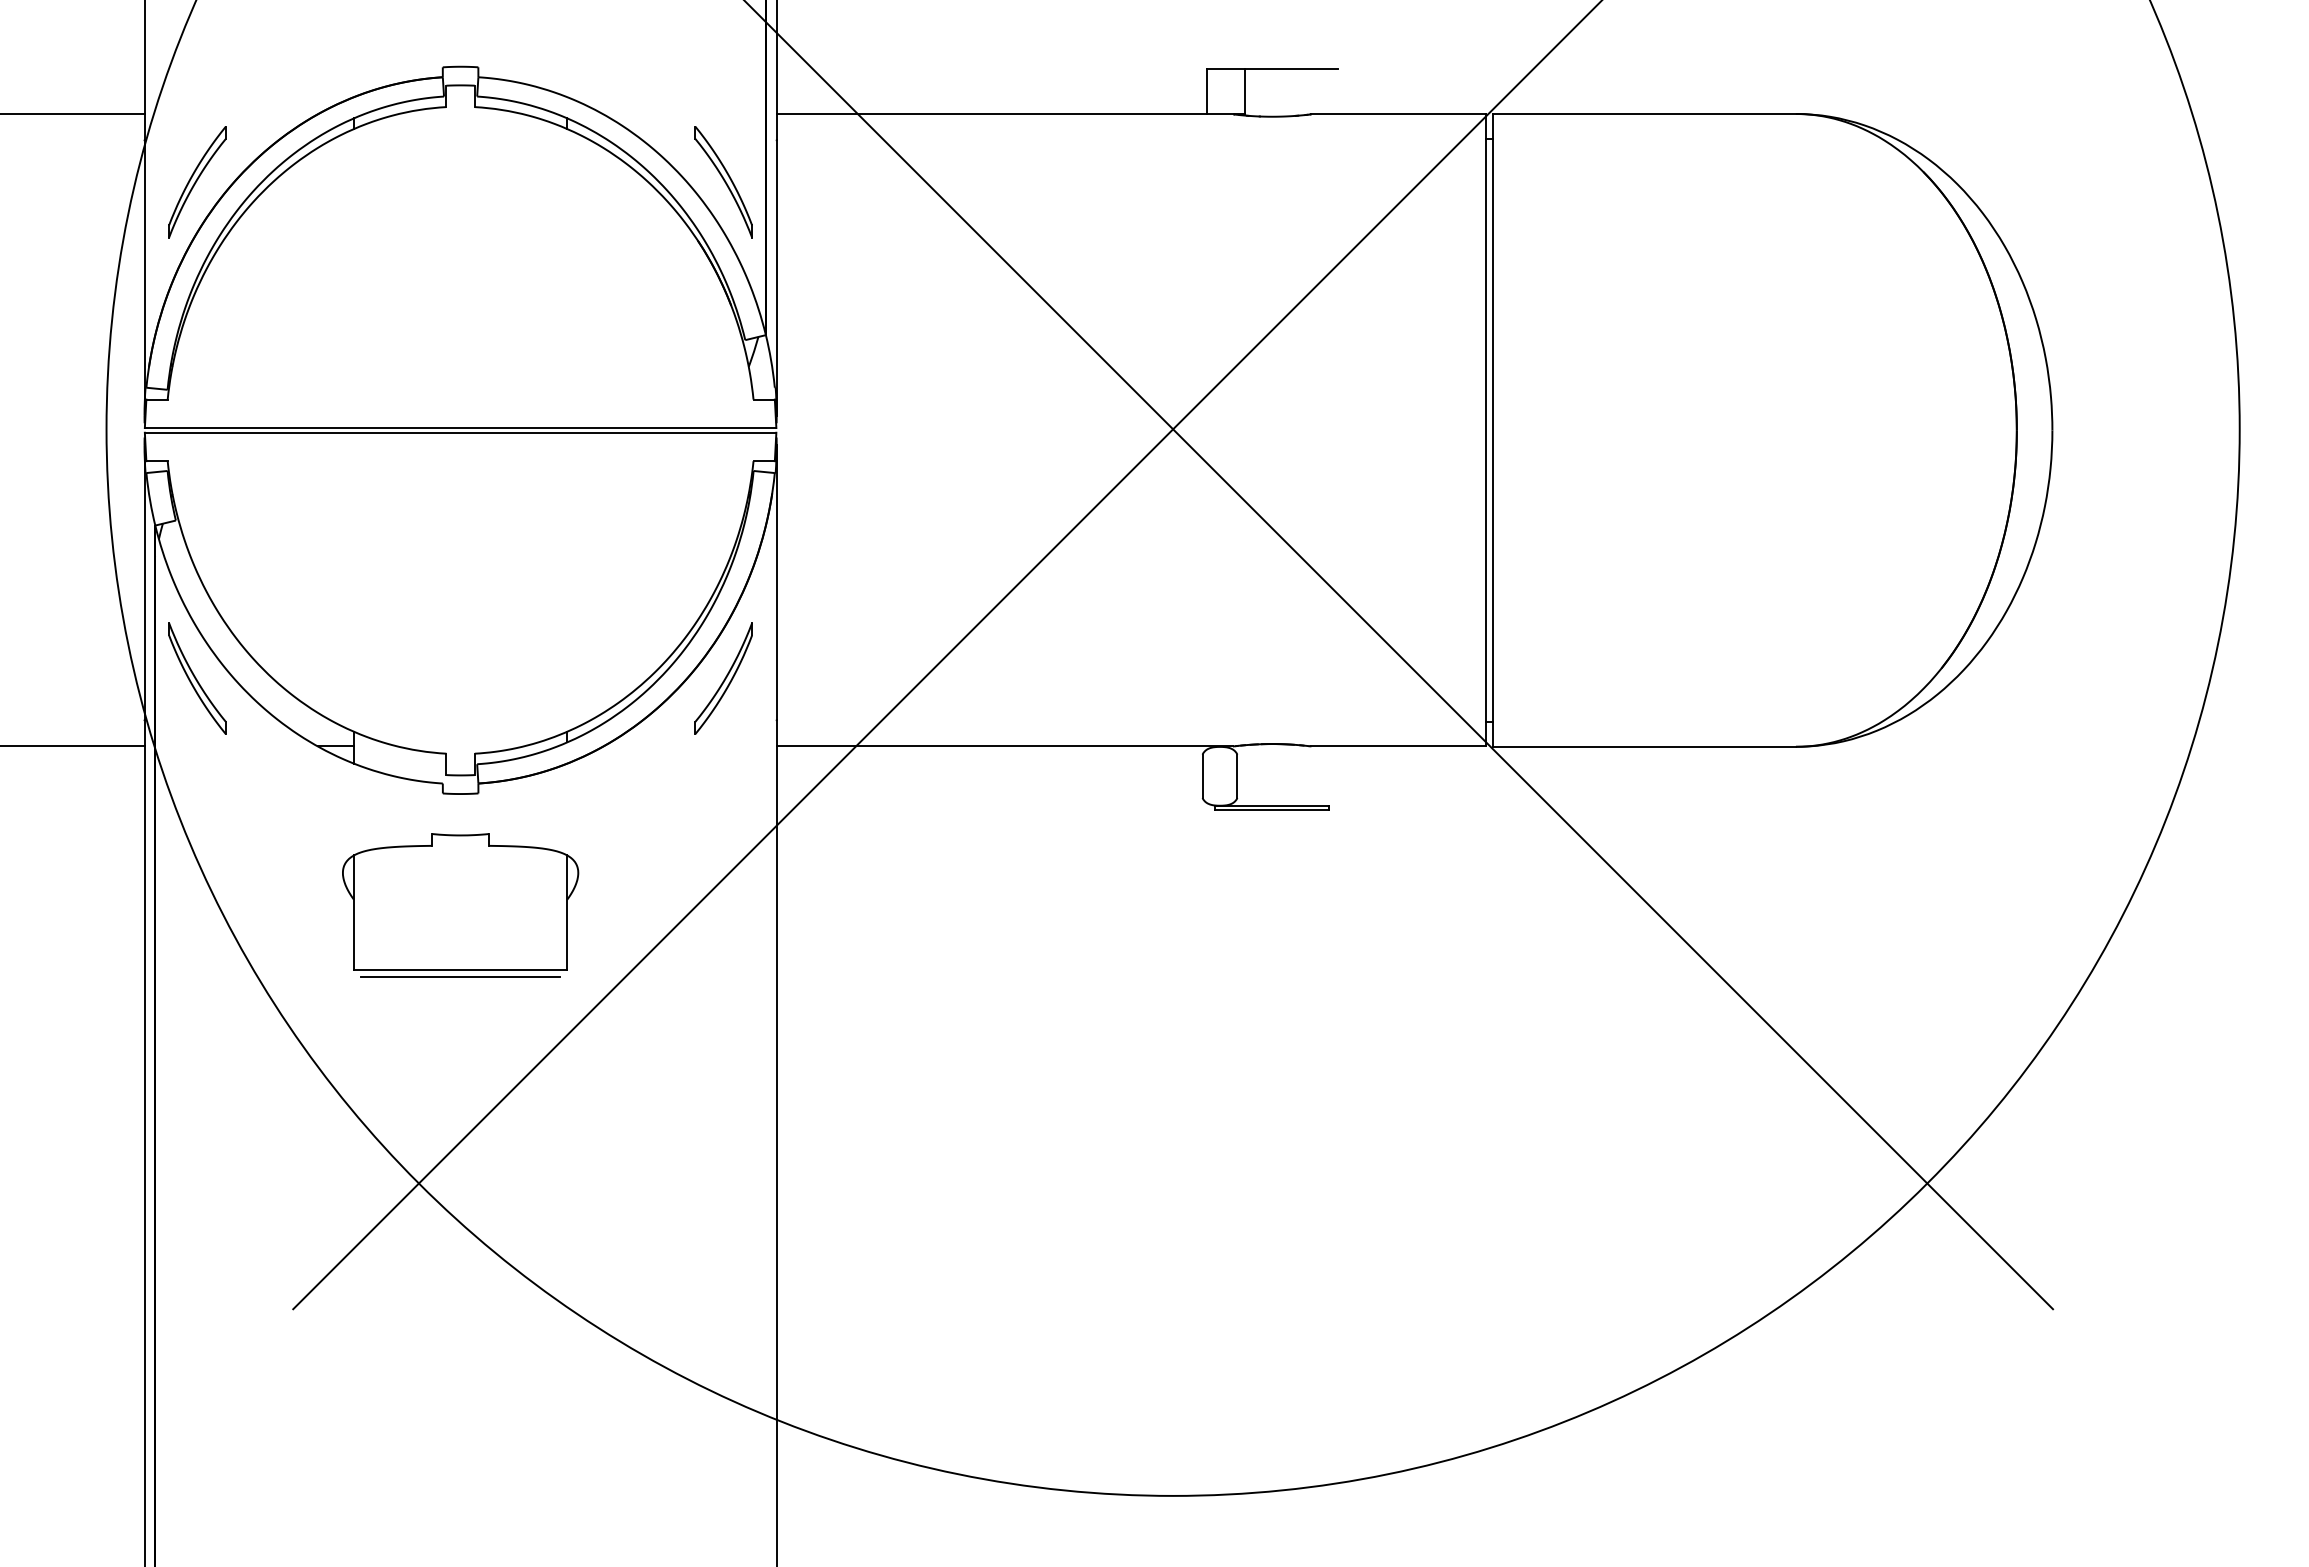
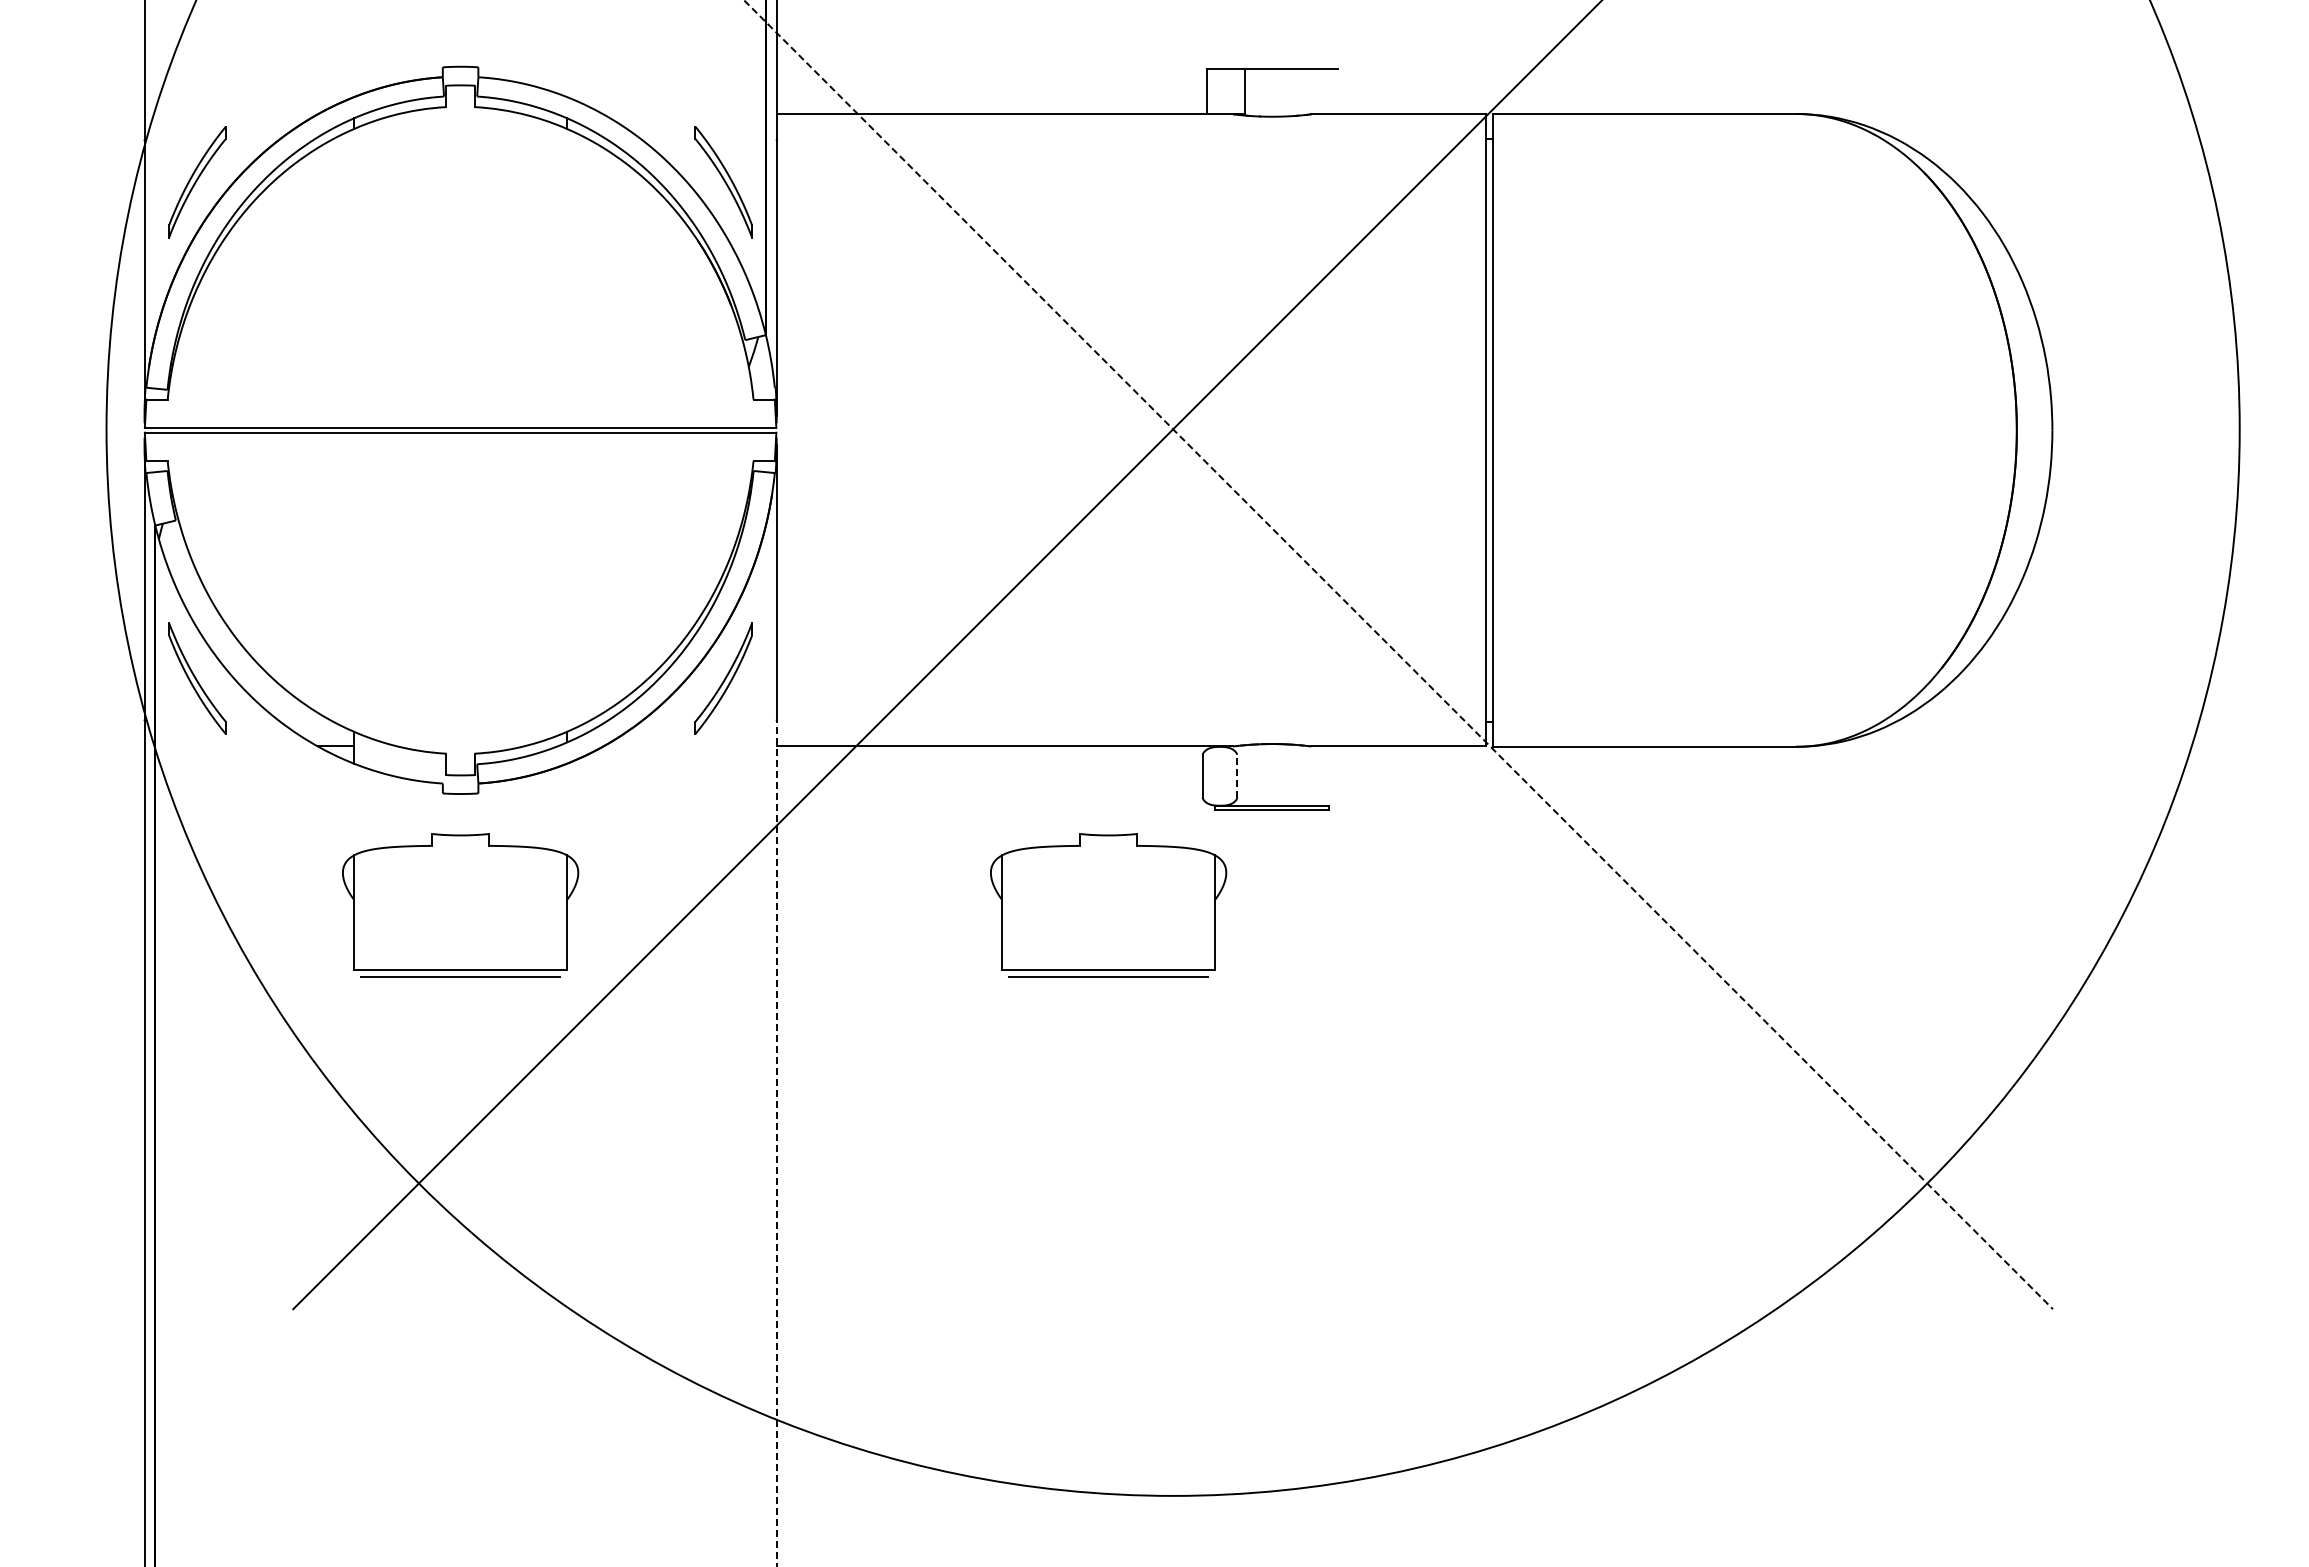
line at (73, 114): present -> none
line at (1399, 655): solid -> dashed
line at (73, 746): present -> none
line at (1237, 776): solid -> dashed
part at (1108, 905): none -> present
line at (776, 1143): solid -> dashed
